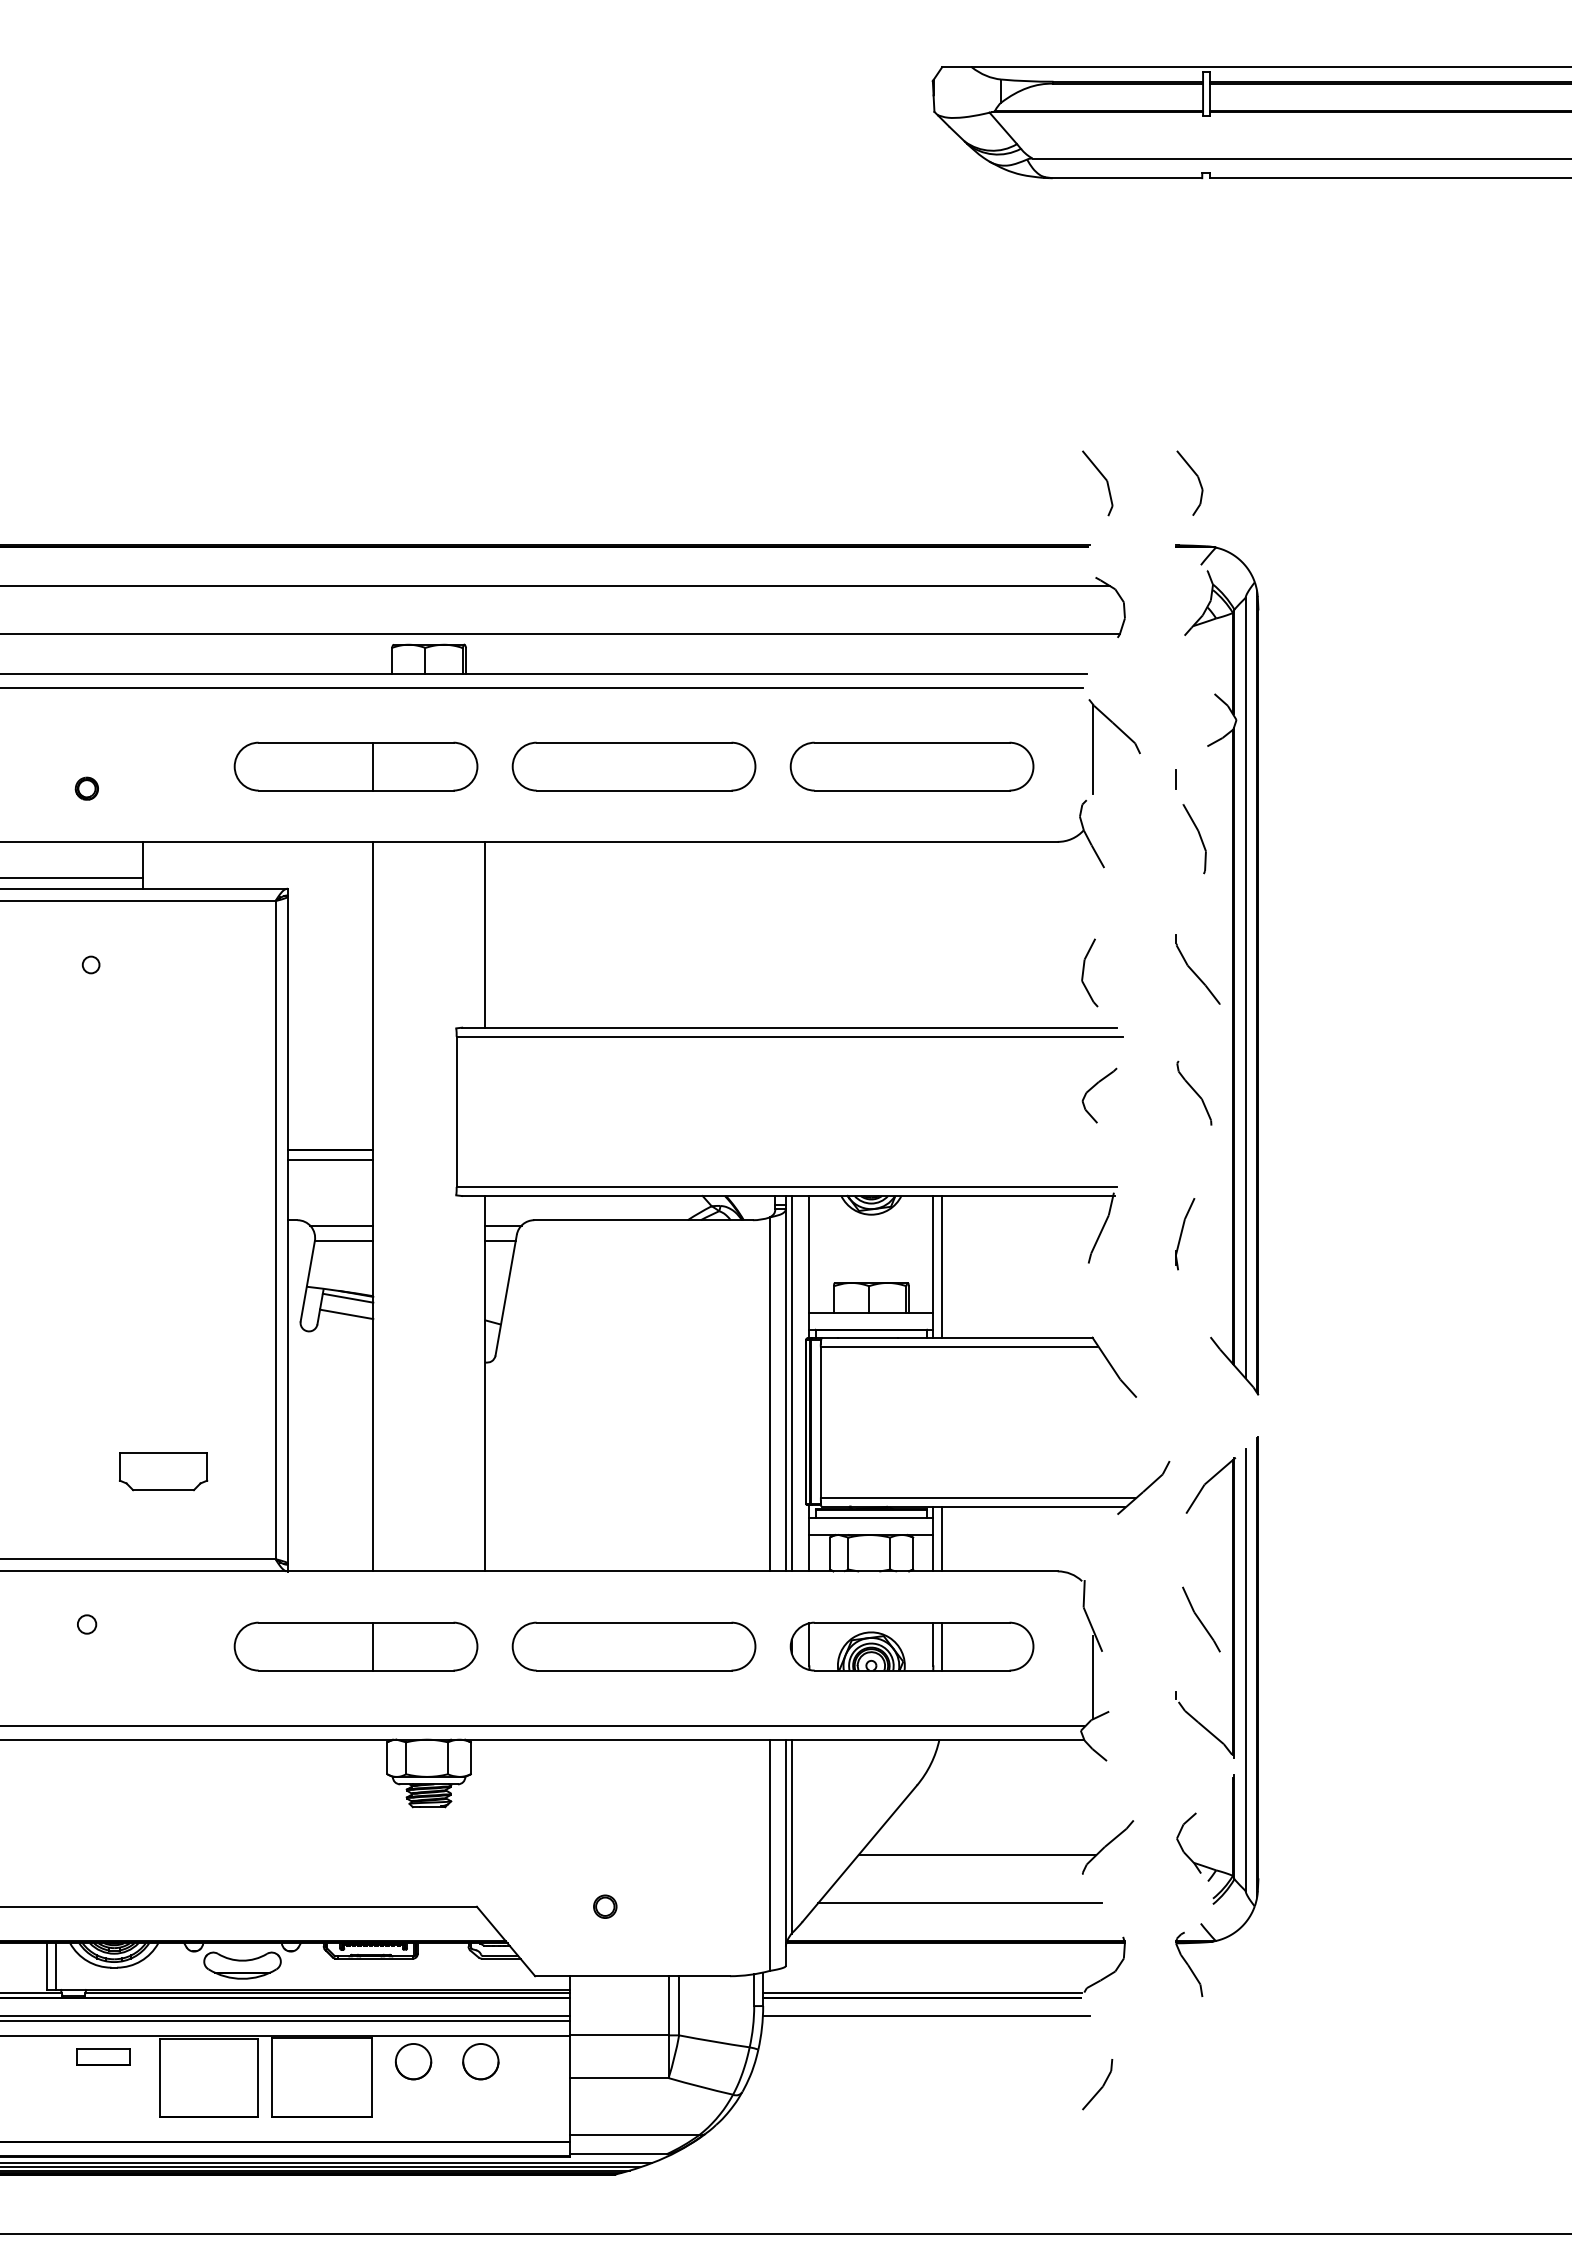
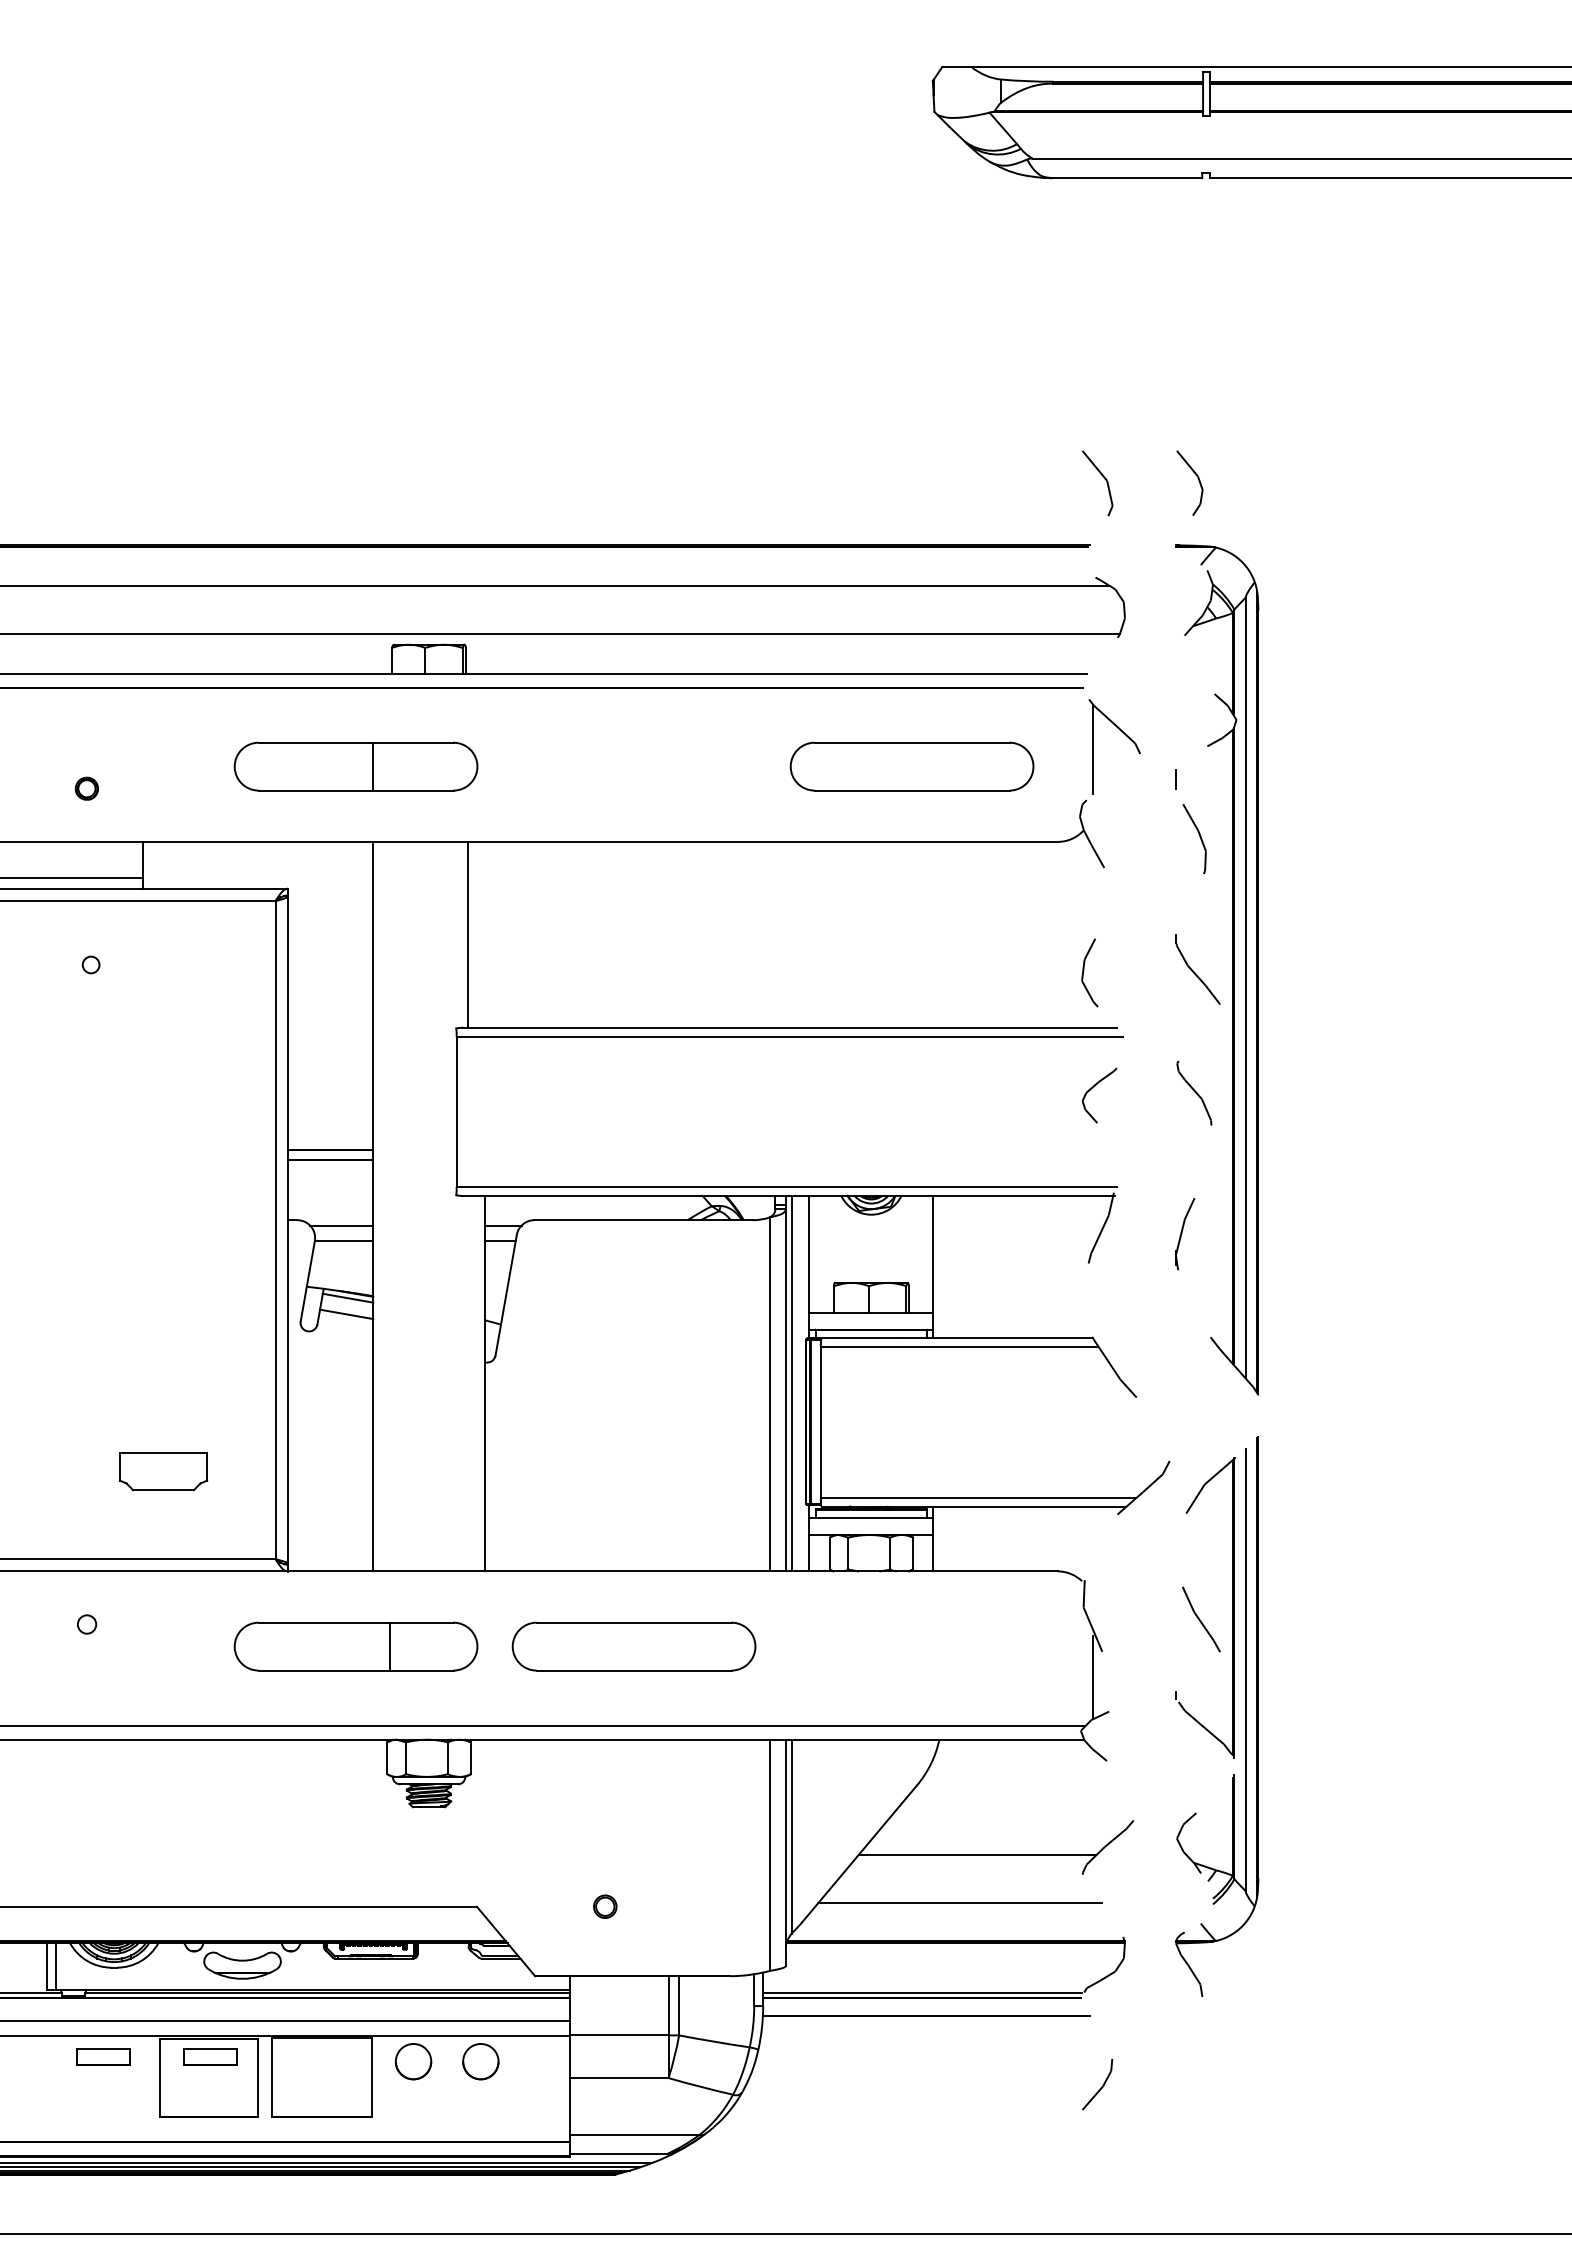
part at (633, 766): present -> none
line at (484, 934) position: (484, 934) -> (467, 934)
line at (941, 1267): present -> none
line at (941, 1538): present -> none
line at (373, 1646) position: (373, 1646) -> (390, 1646)
part at (911, 1646): present -> none
line at (285, 2015): present -> none
part at (210, 2056): none -> present
